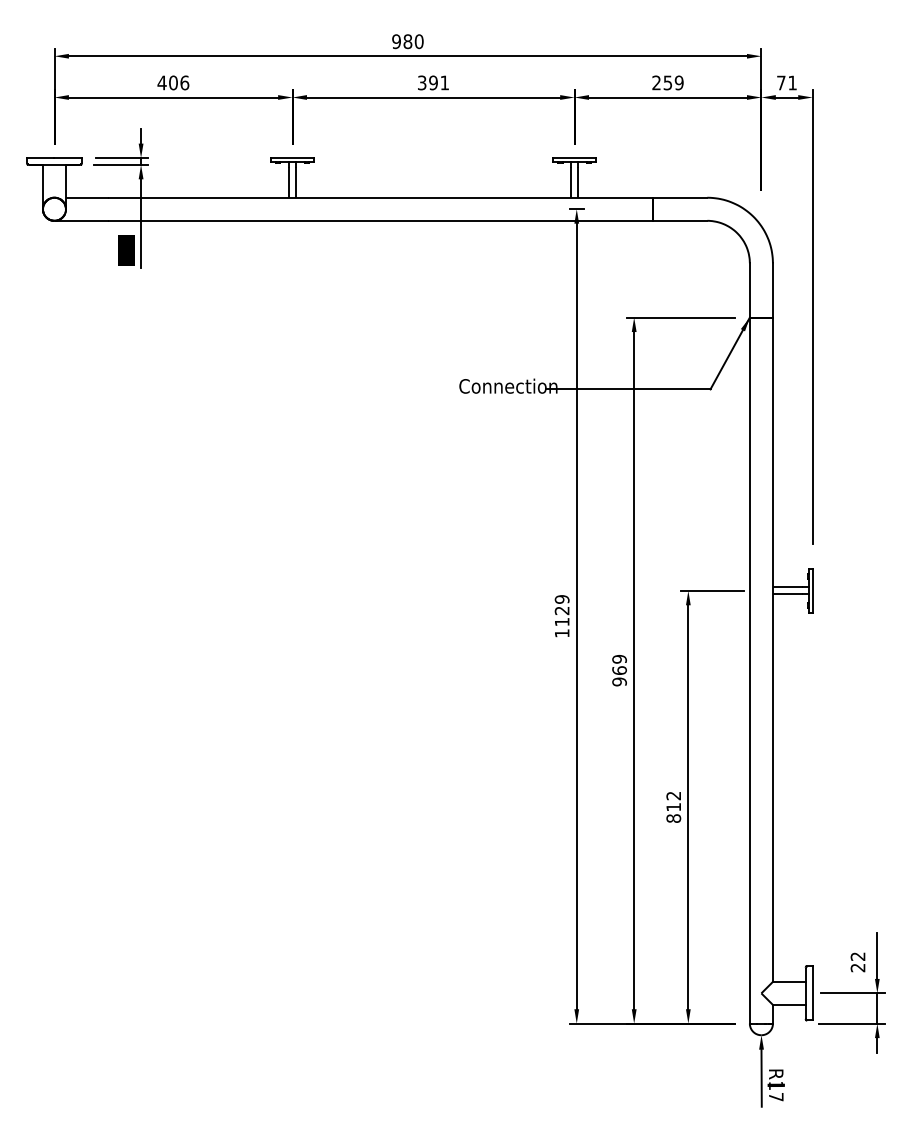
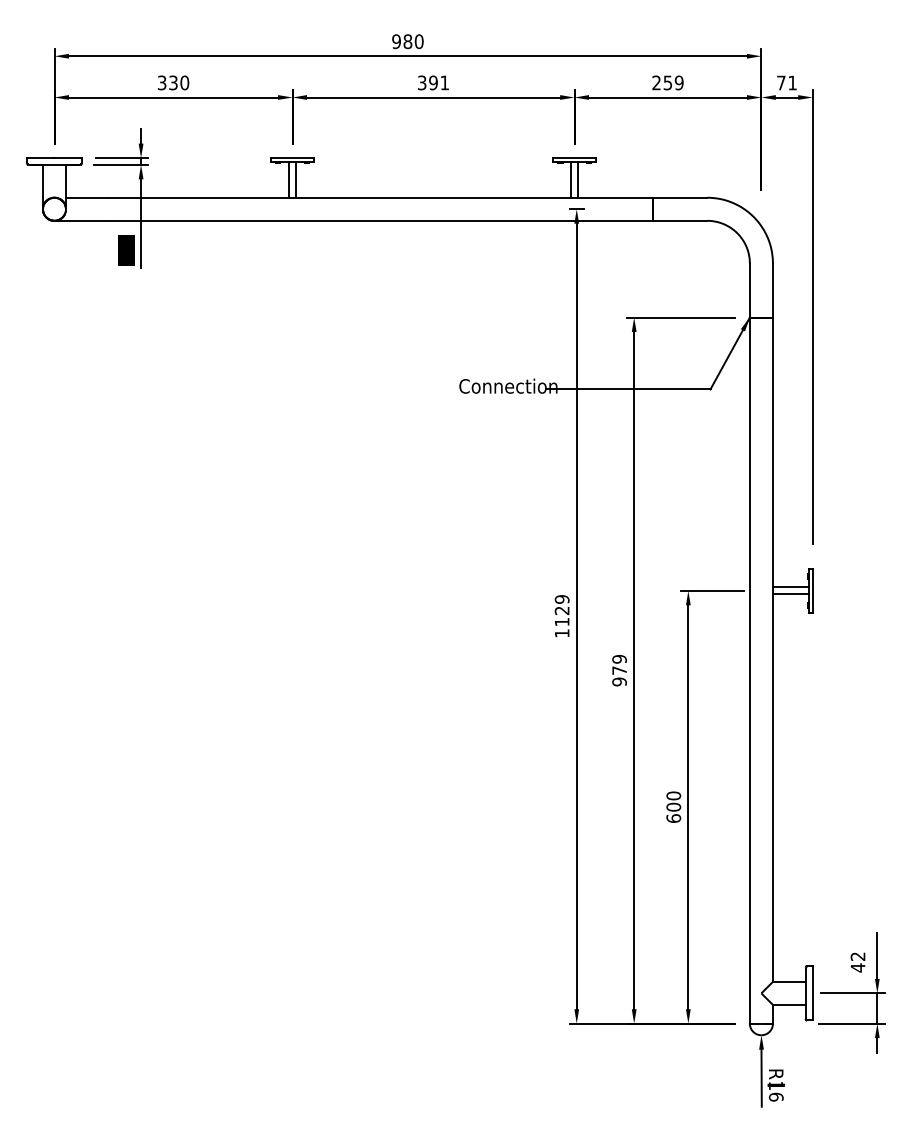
text at (173, 82): 406 -> 330
text at (619, 670): 969 -> 979
text at (673, 806): 812 -> 600
text at (857, 967): 22 -> 42
text at (775, 1096): R17 -> R16
